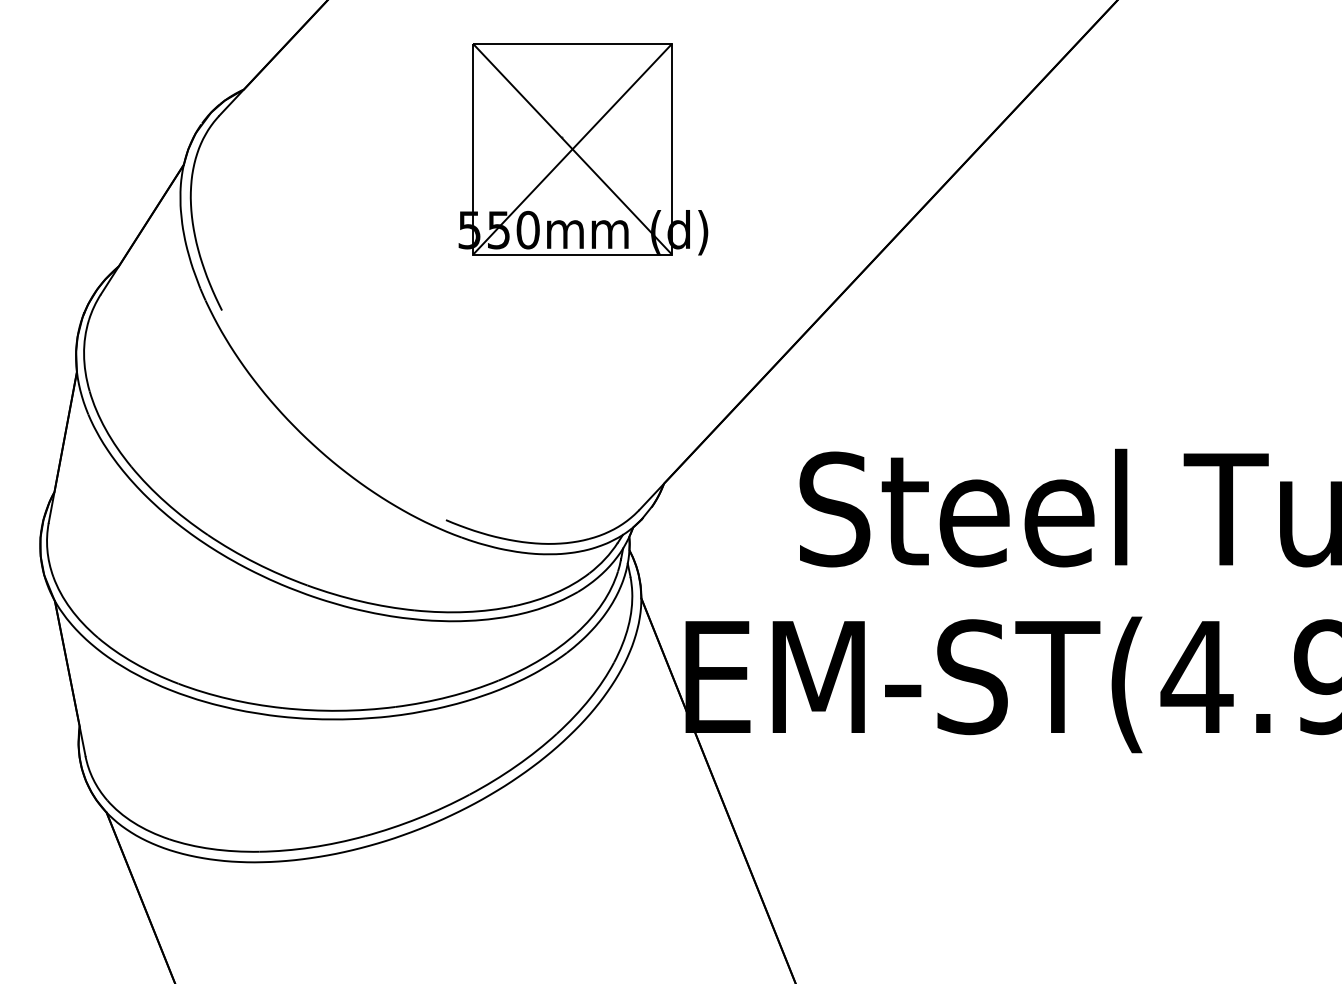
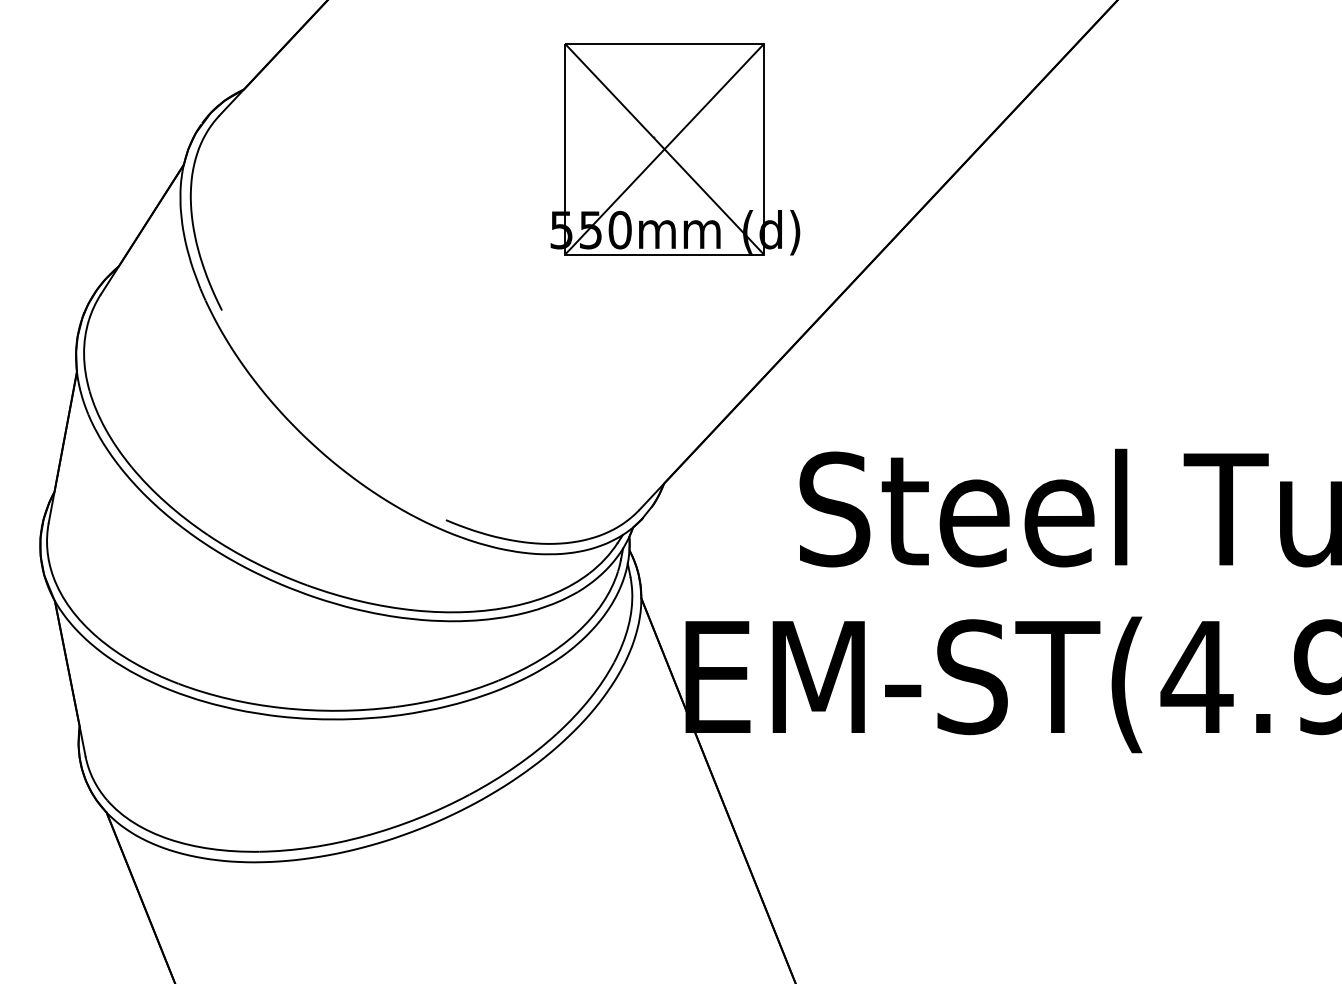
part at (583, 149) position: (583, 149) -> (675, 149)
